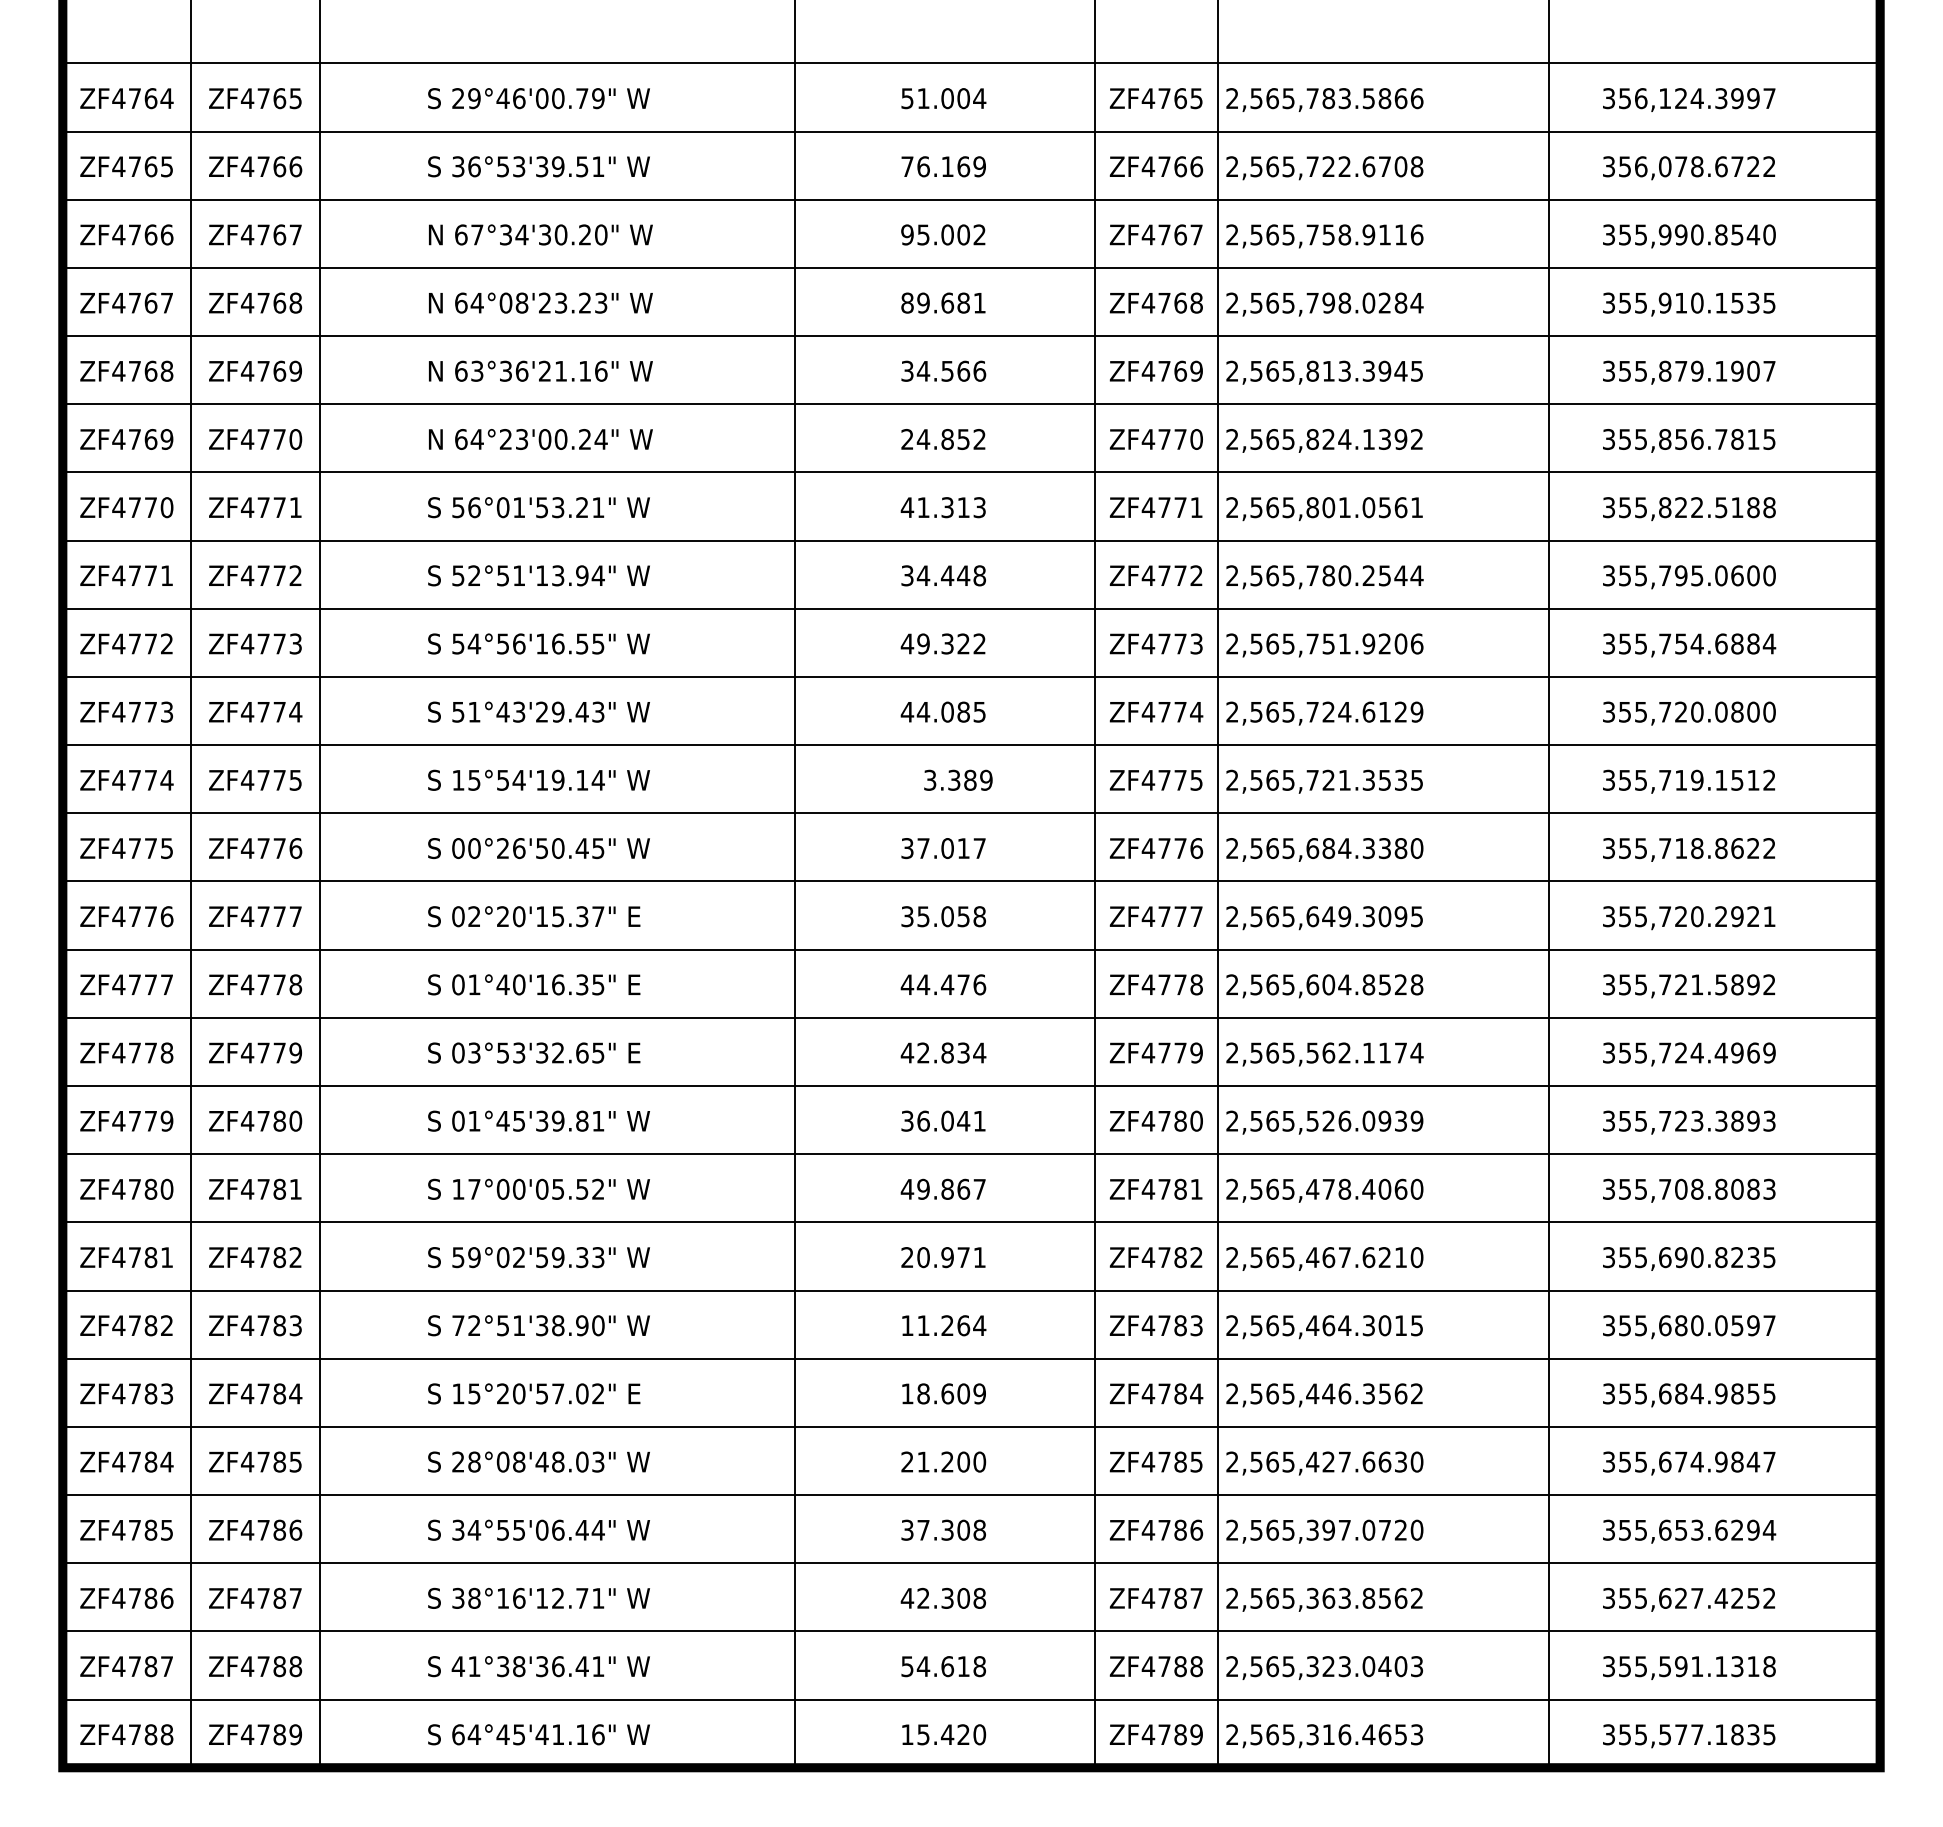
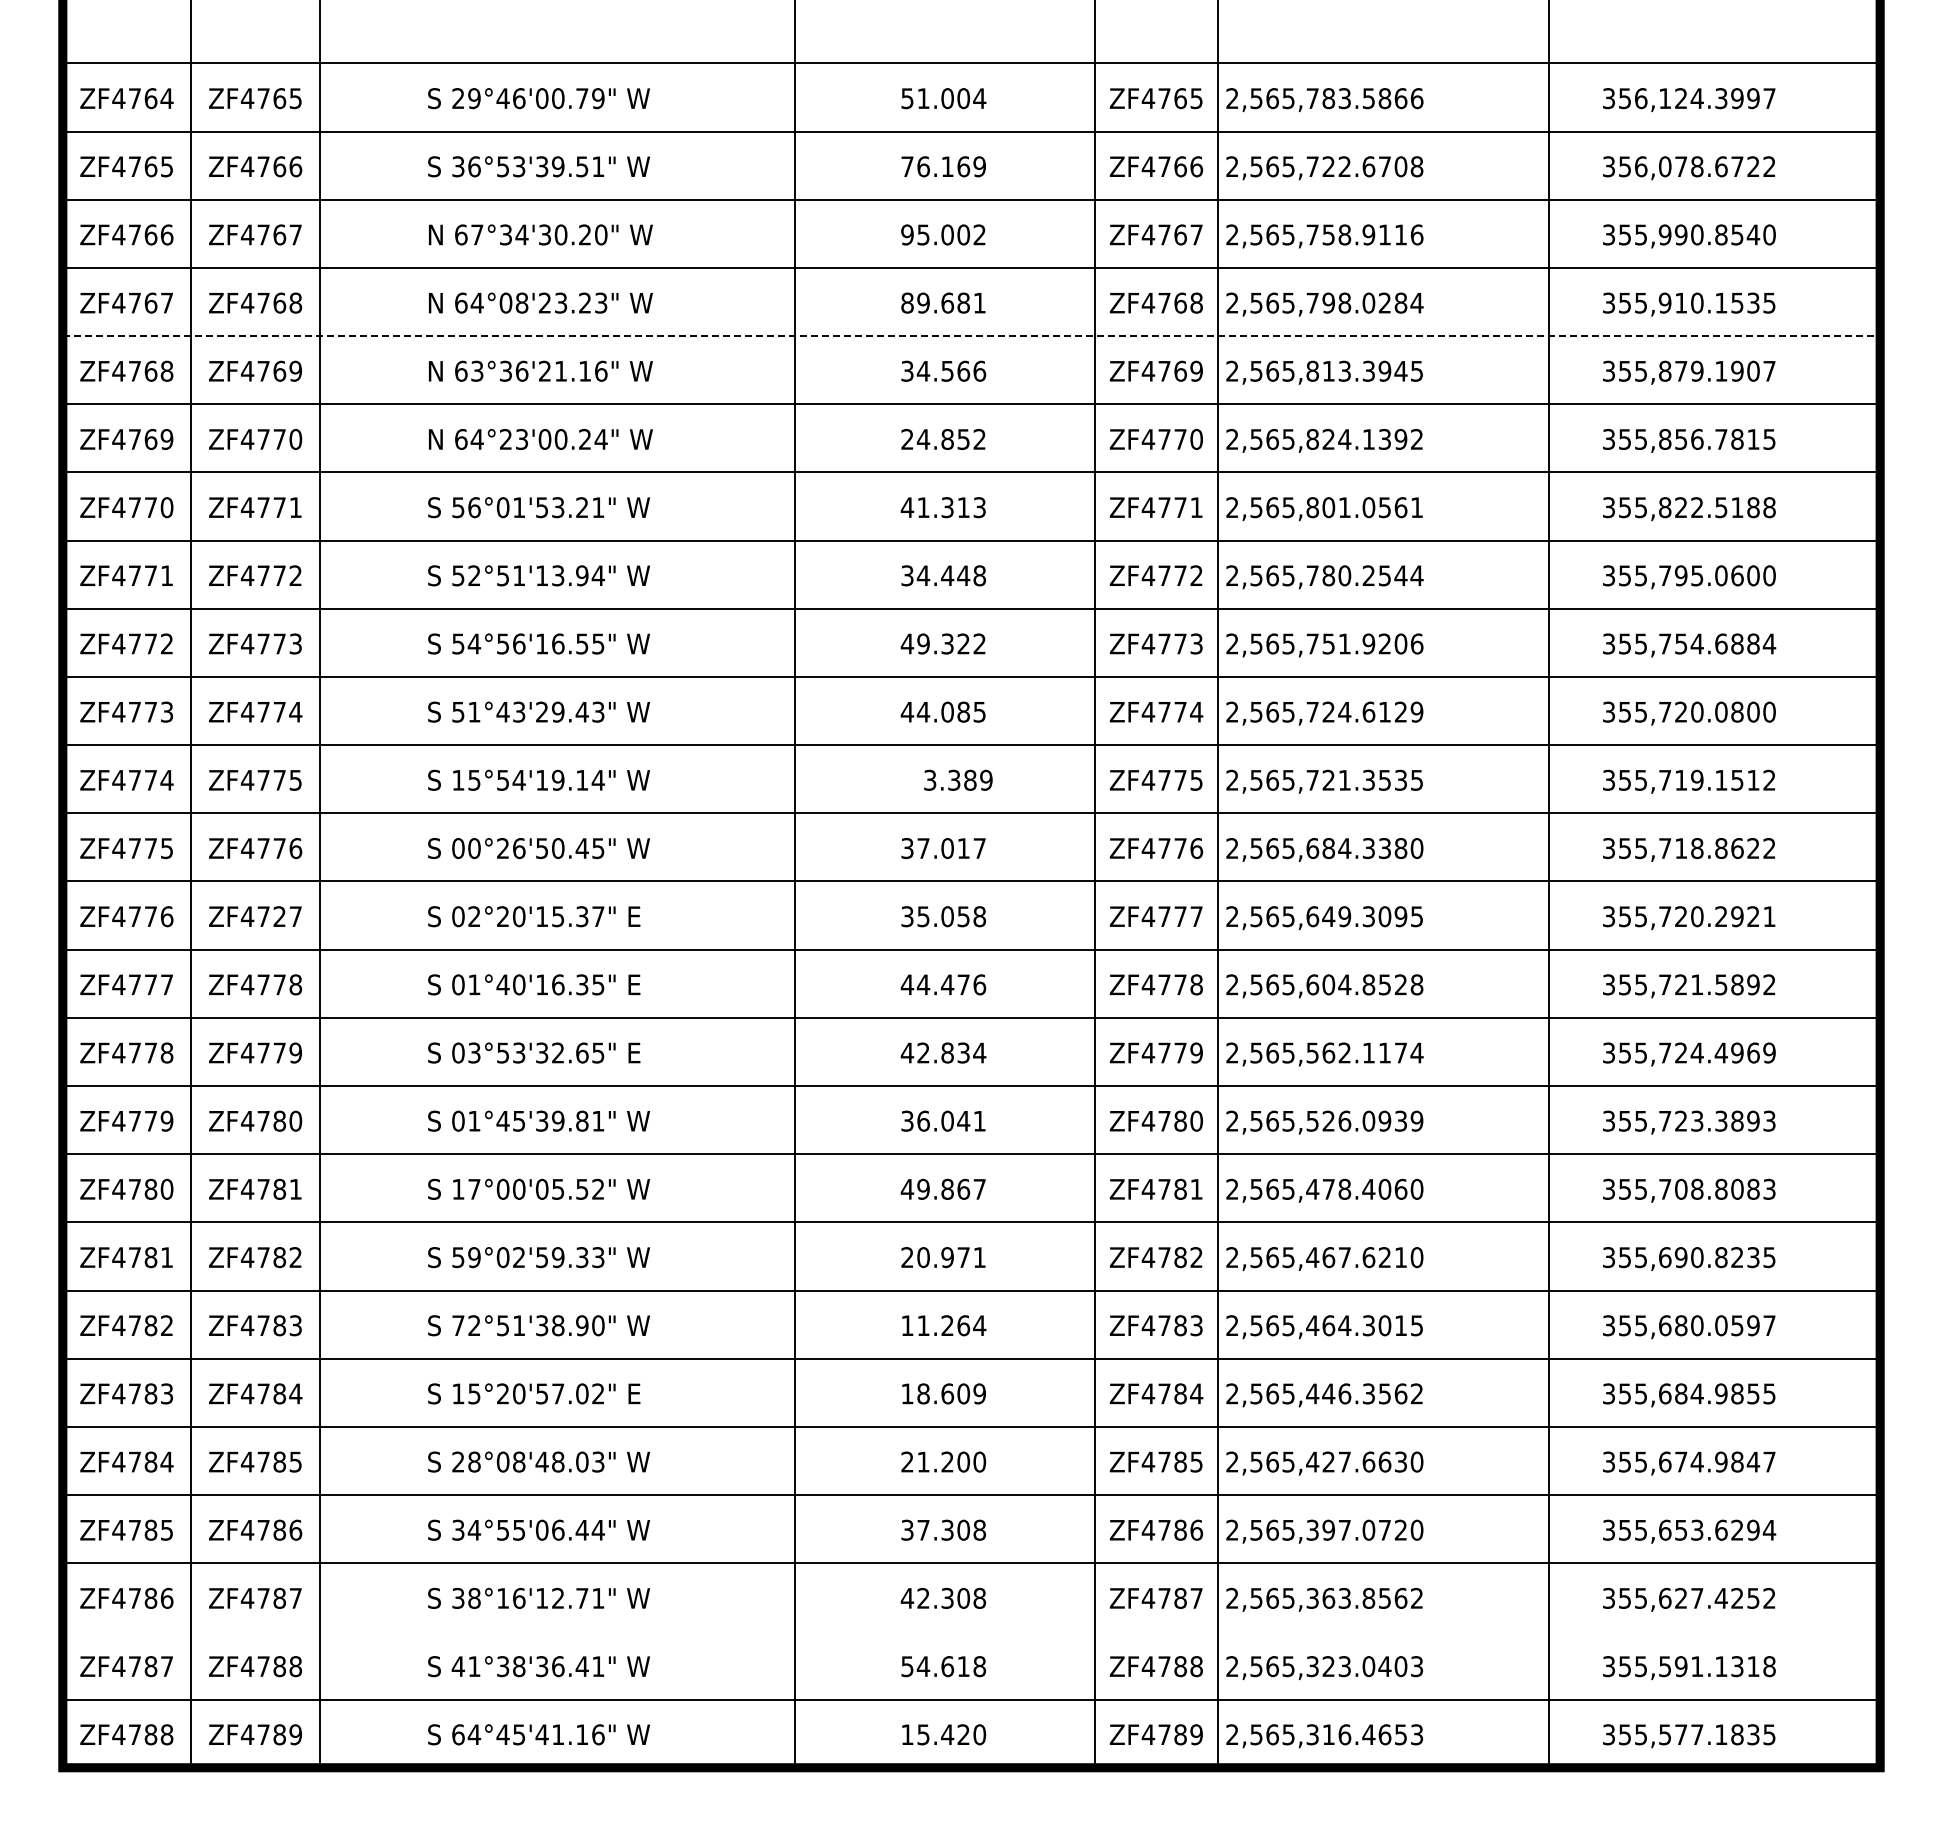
line at (971, 336): solid -> dashed
text at (279, 916): ZF4777 -> ZF4727
line at (971, 1631): present -> none
